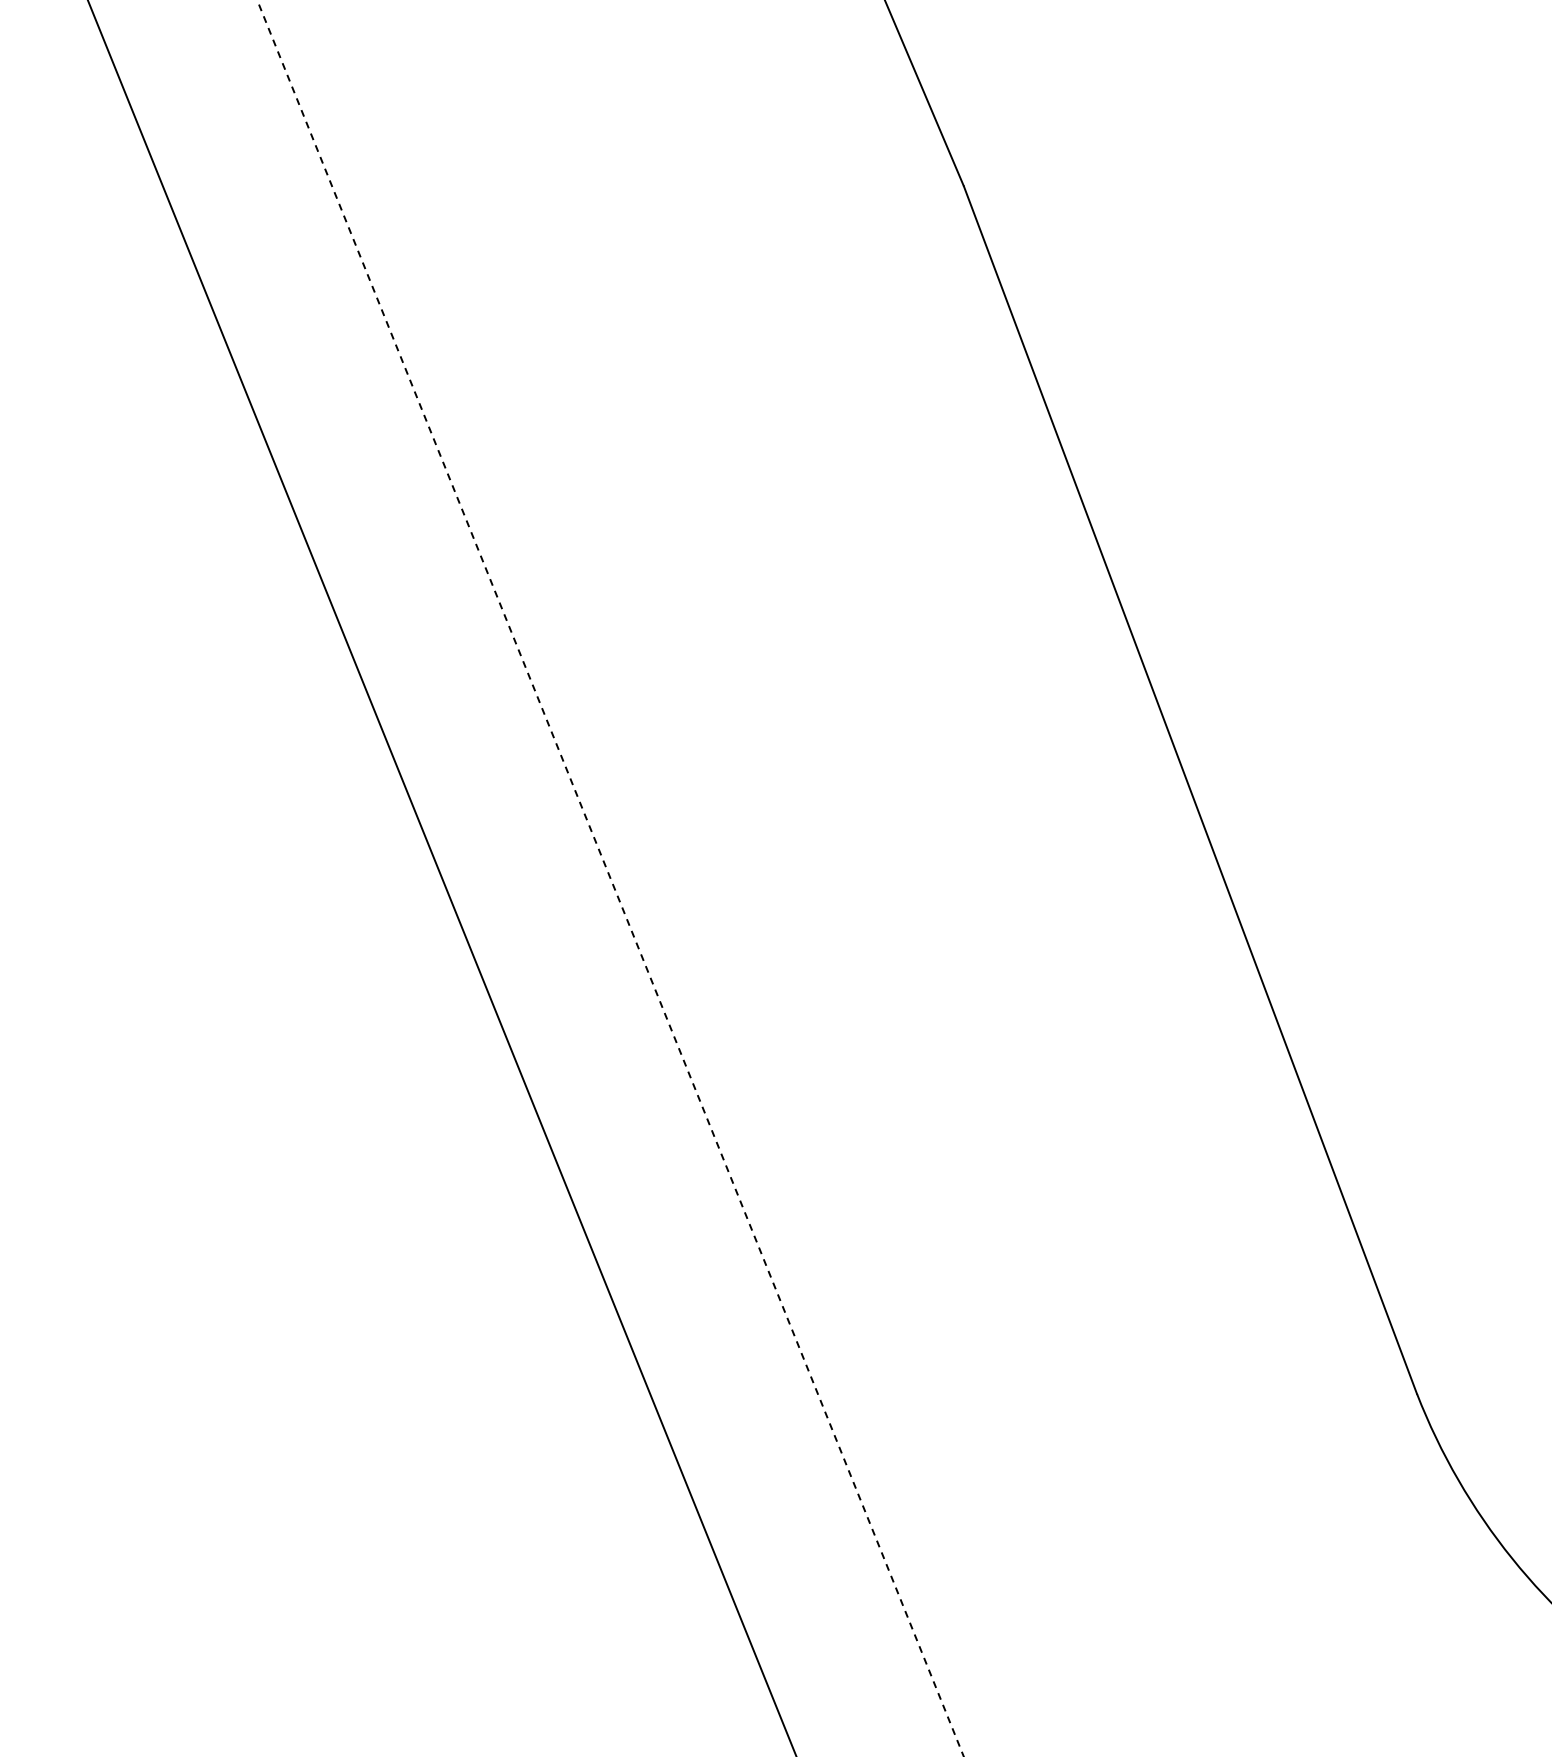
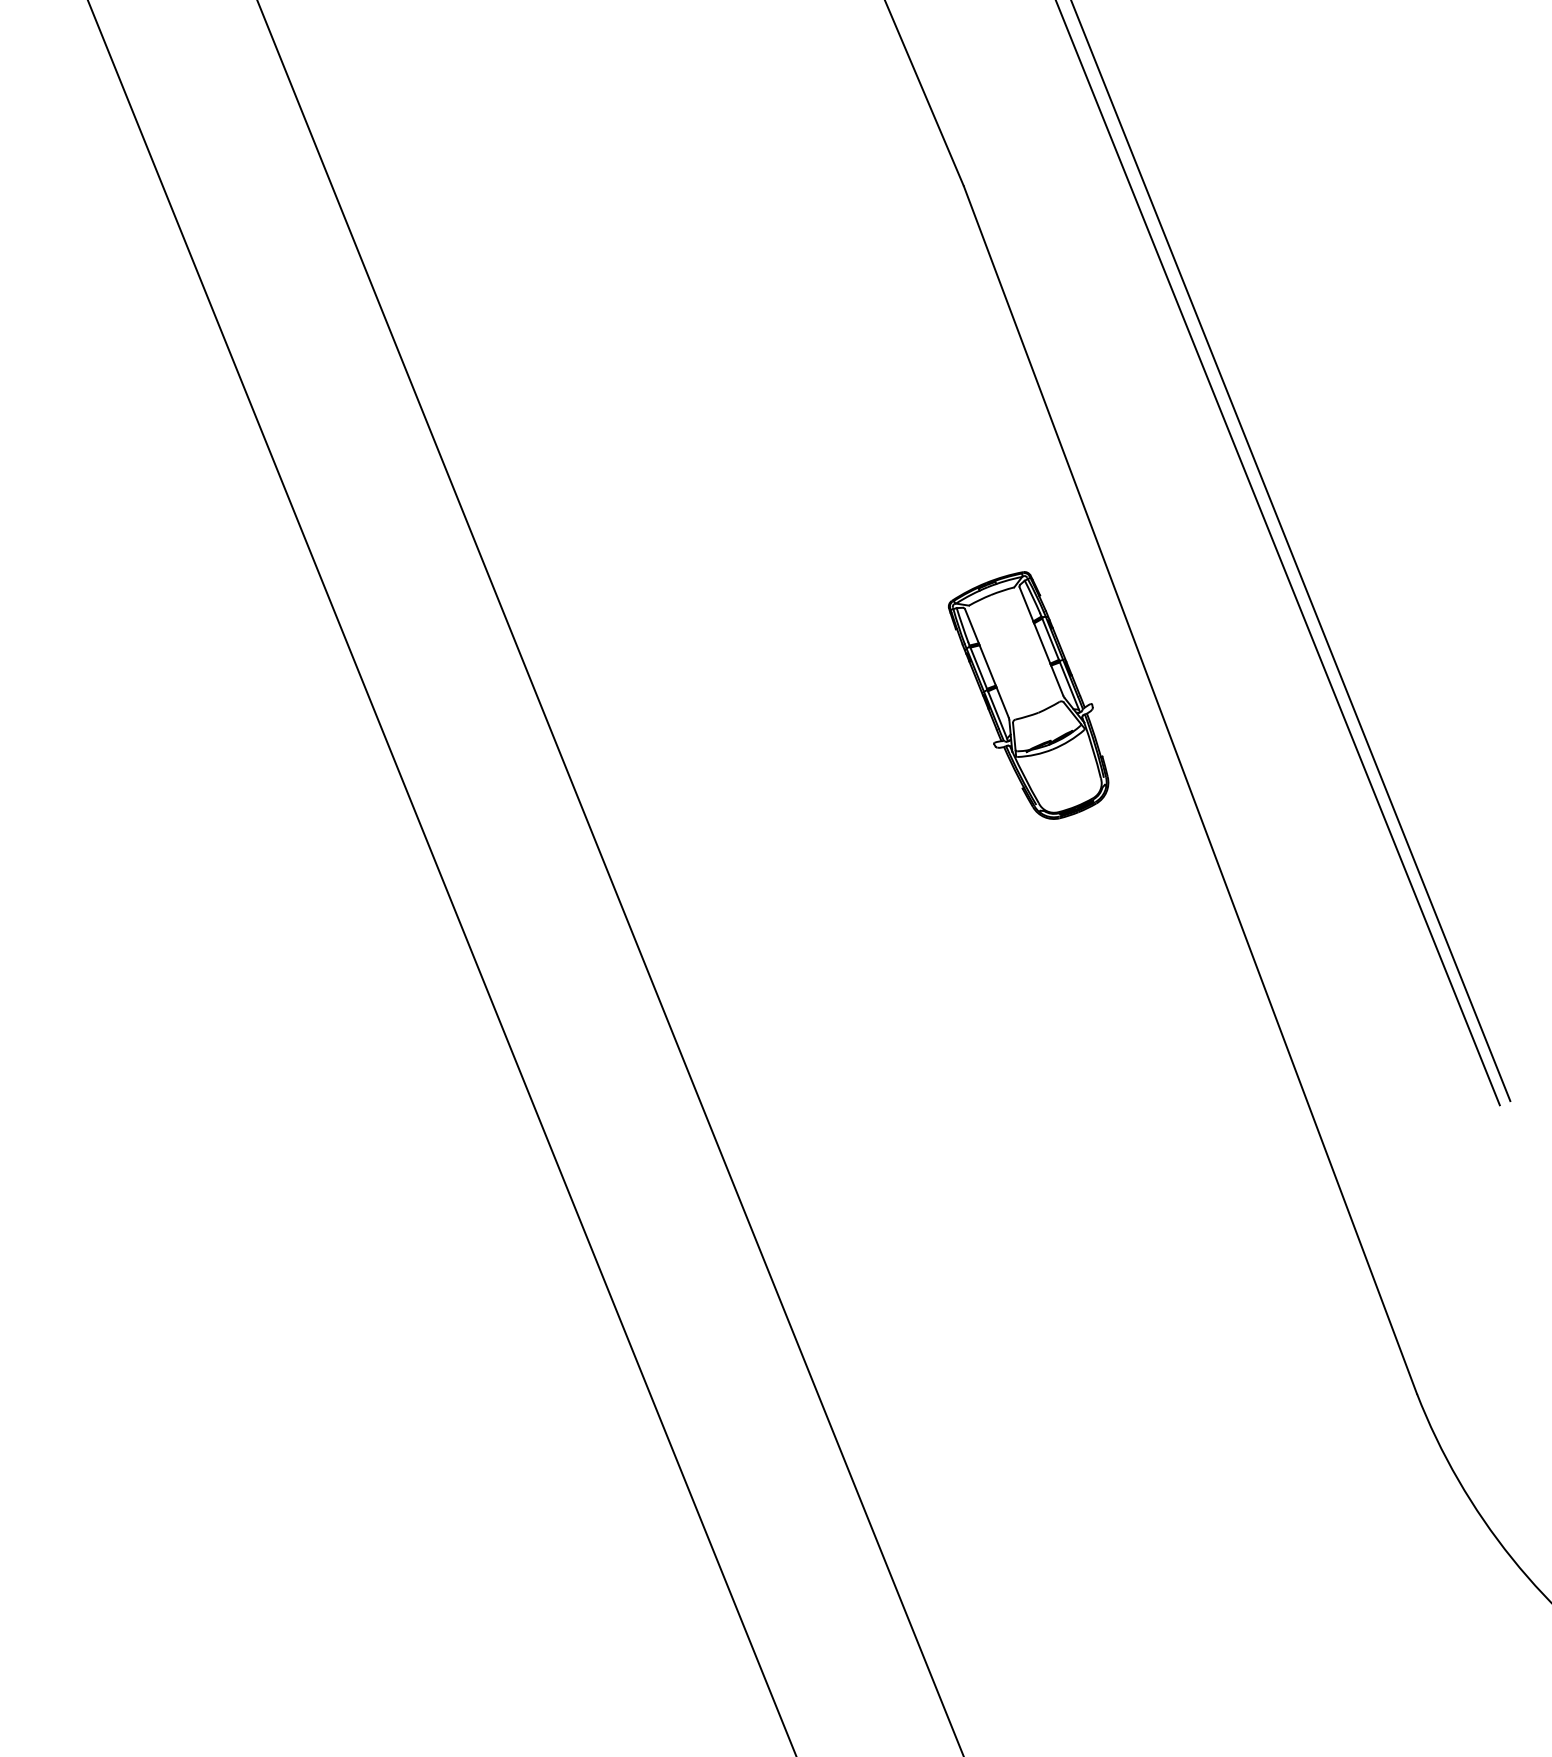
line at (1290, 551): none -> present
line at (1277, 553): none -> present
part at (1028, 695): none -> present
line at (610, 877): dashed -> solid
